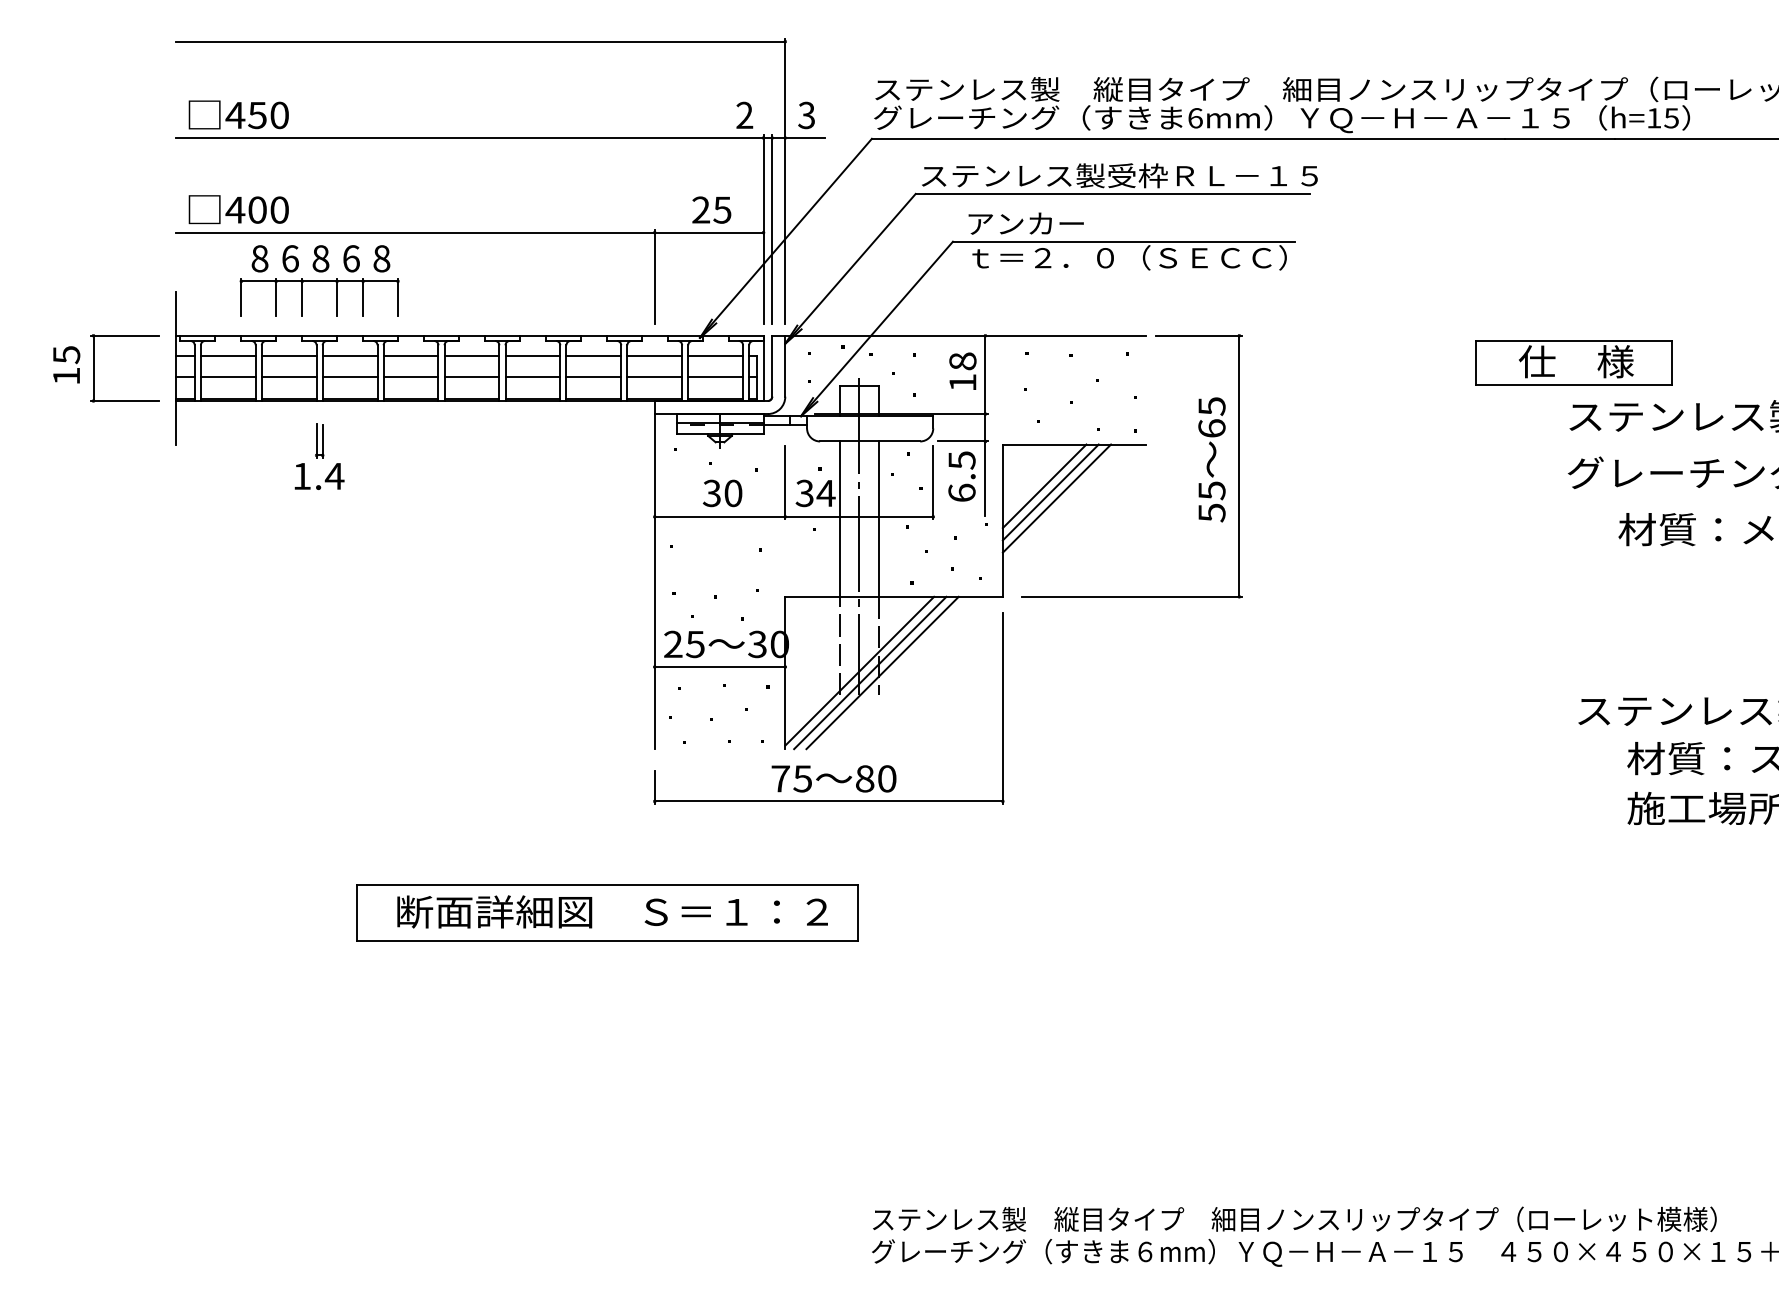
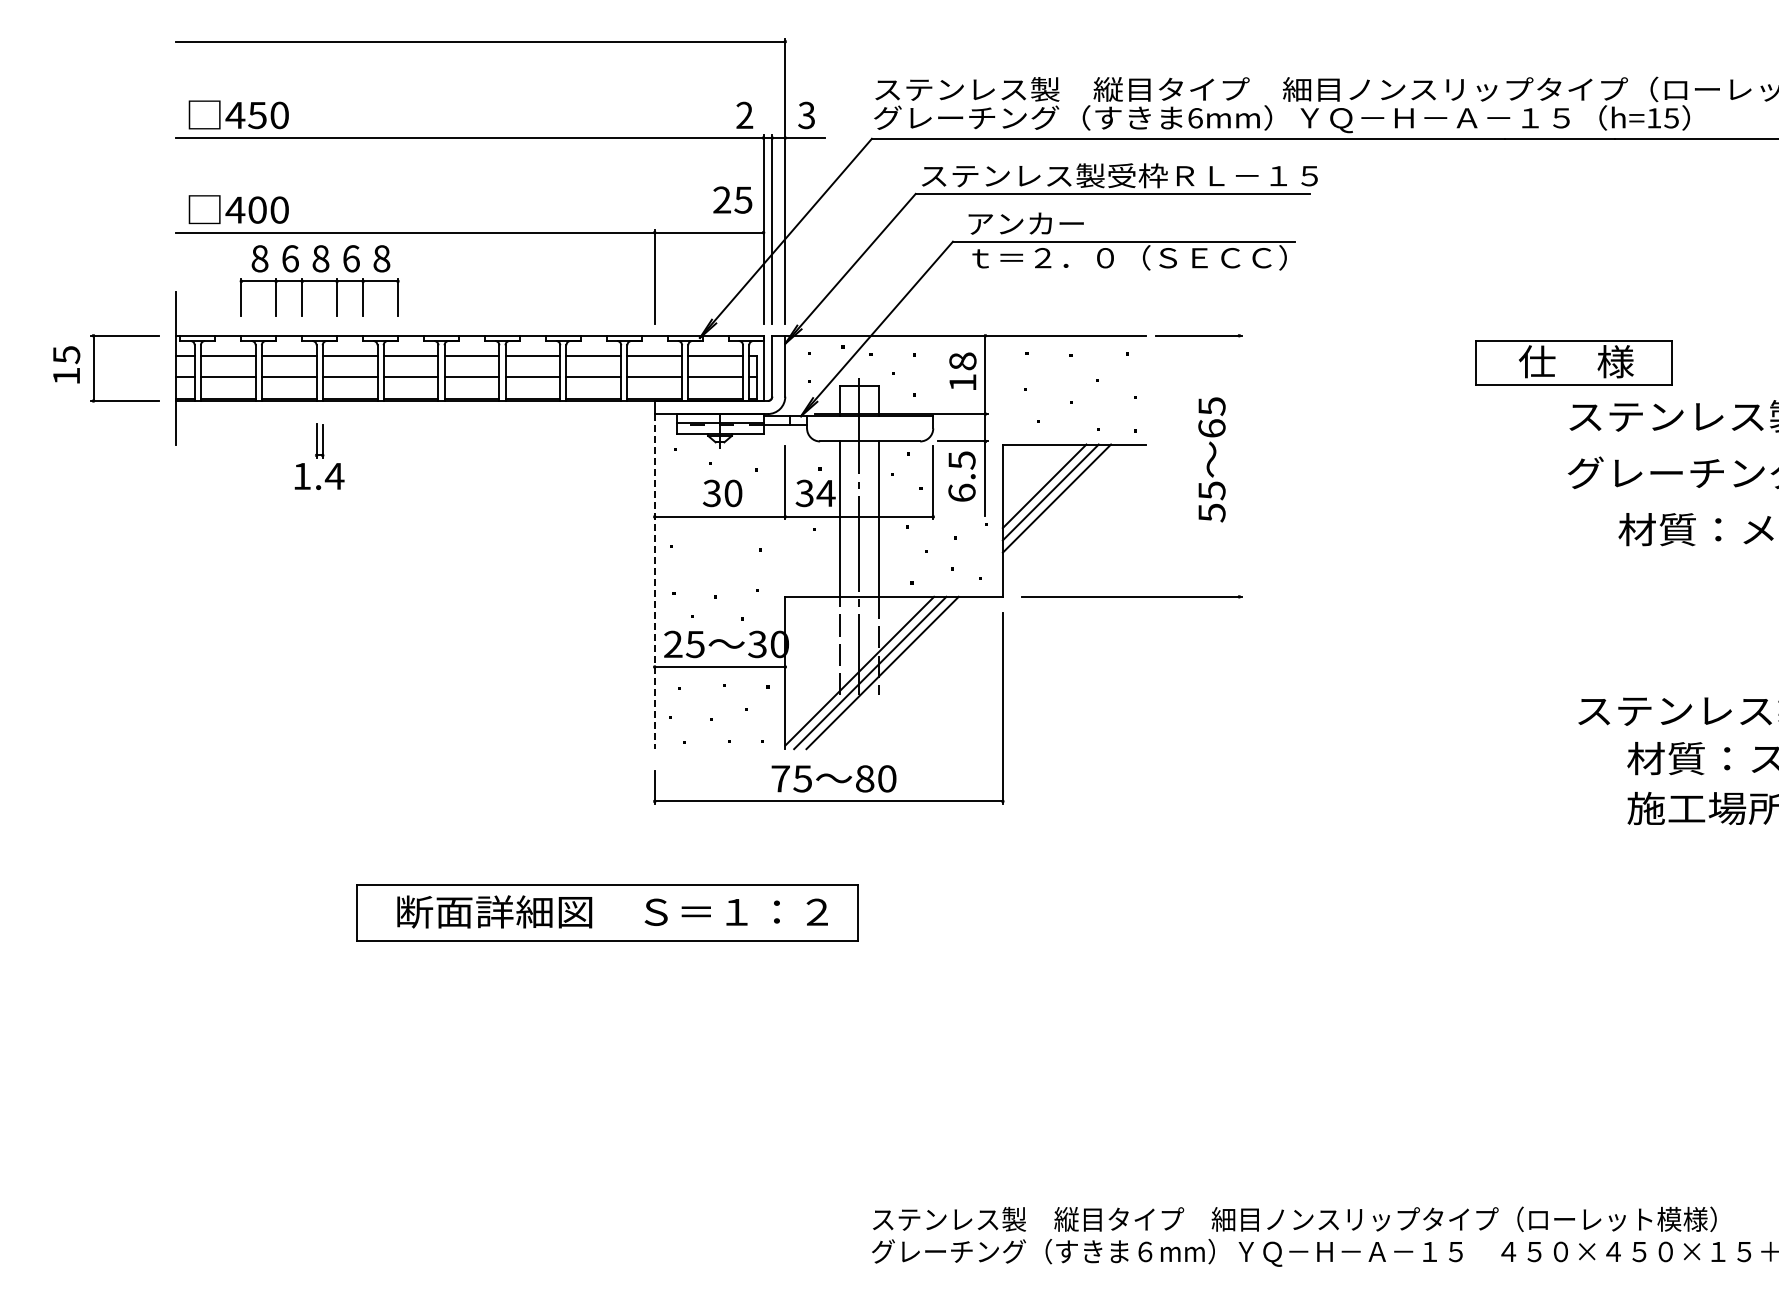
text at (711, 209) position: (711, 209) -> (732, 199)
line at (1239, 465): present -> none
line at (654, 581): solid -> dashed
